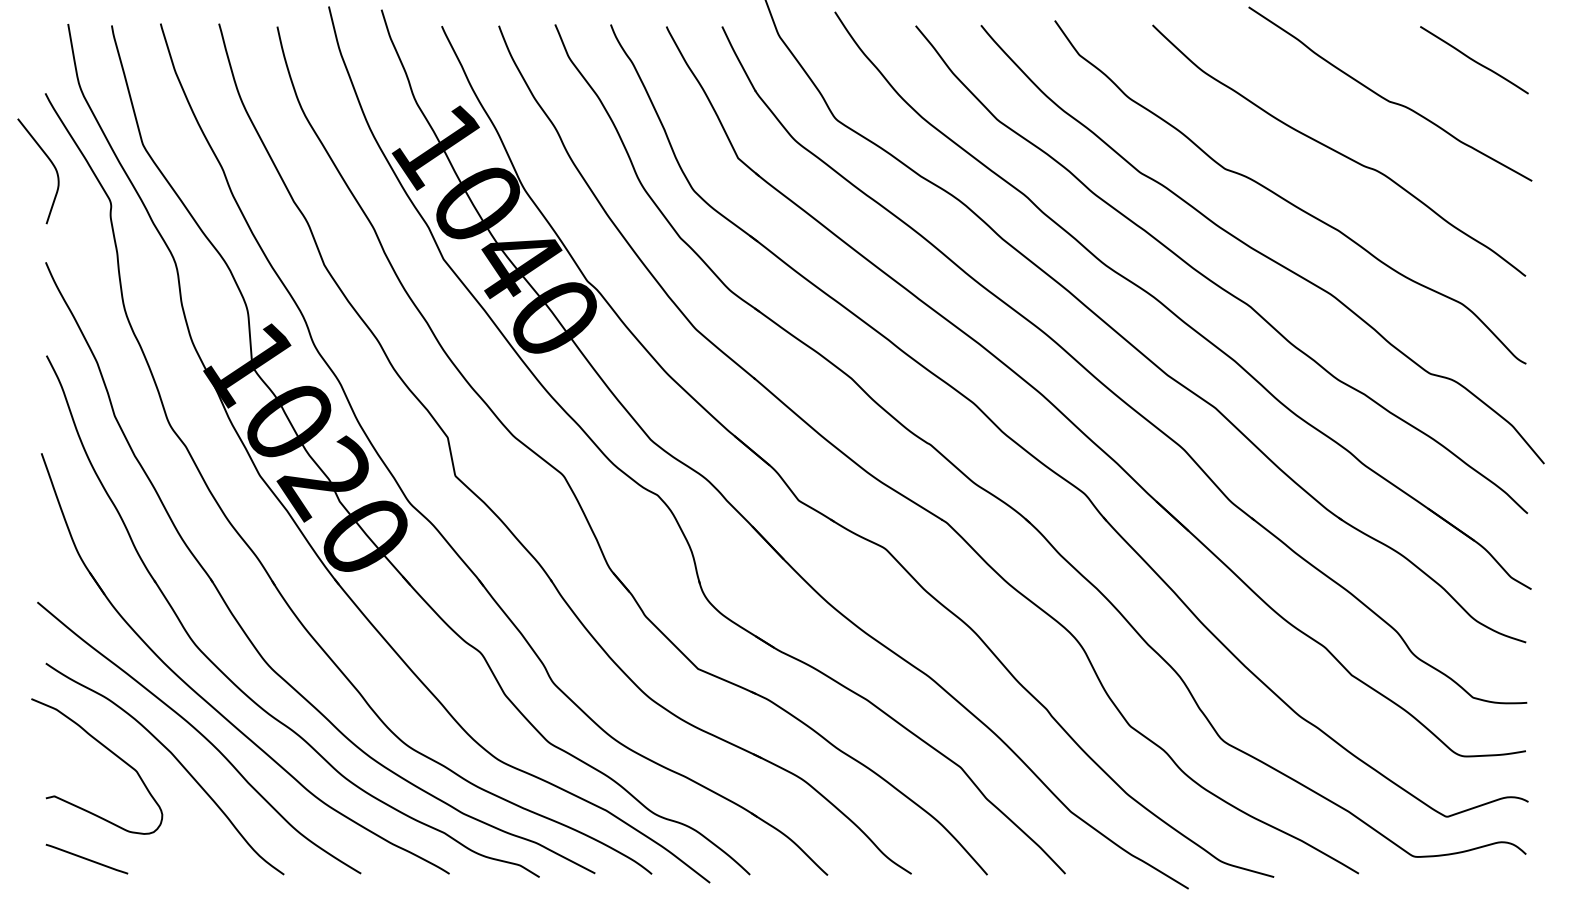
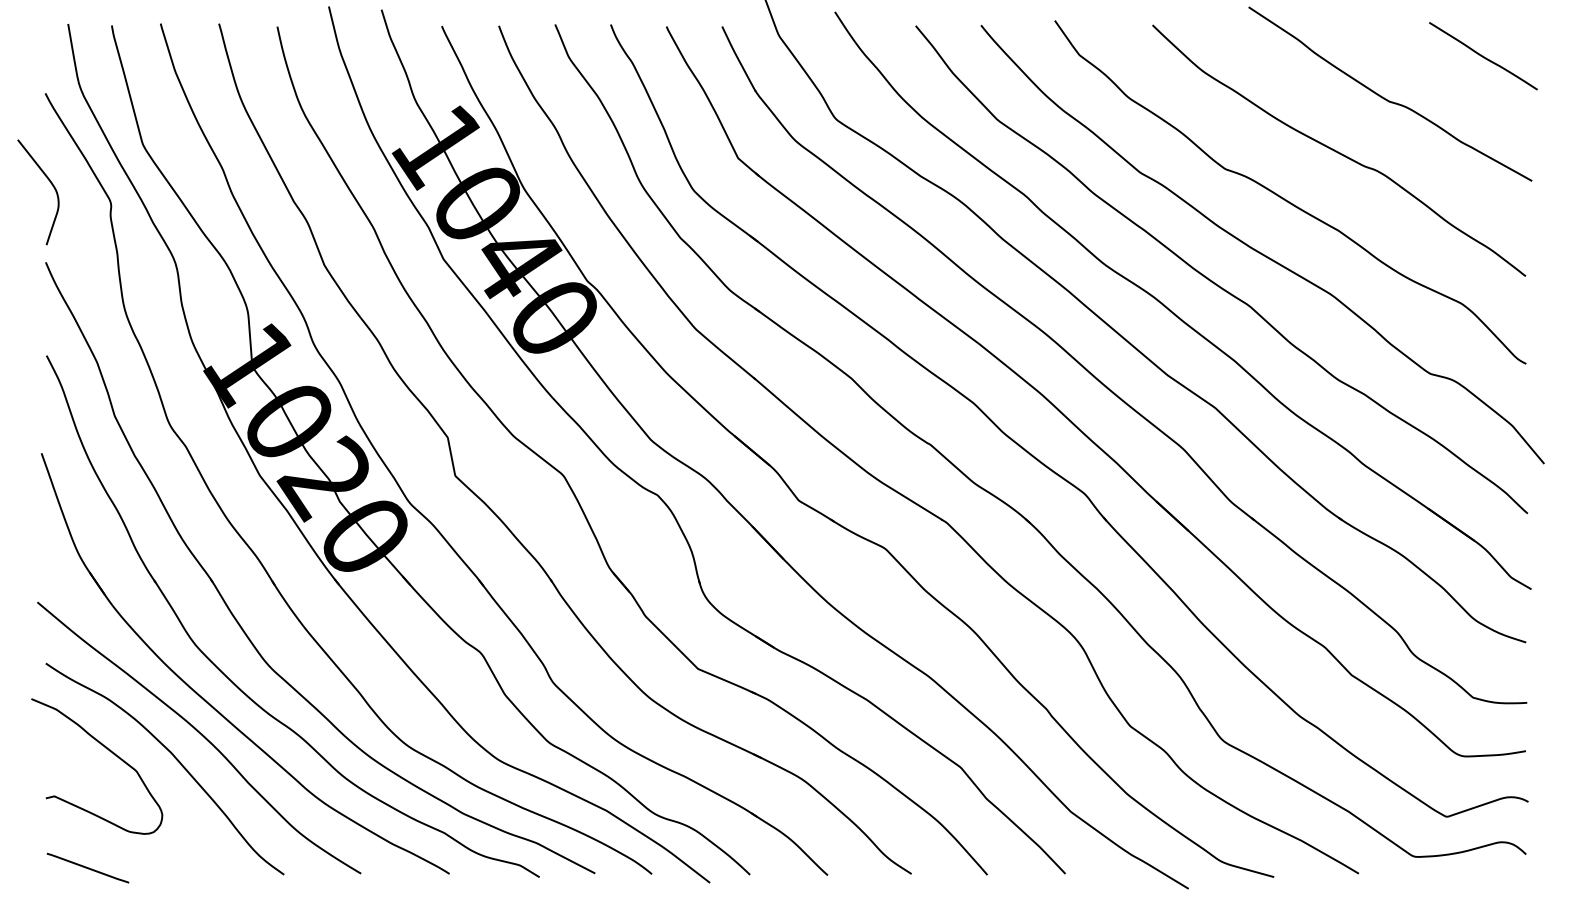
curve at (1474, 60) position: (1474, 60) -> (1483, 56)
curve at (50, 162) position: (50, 162) -> (50, 183)
line at (86, 858) position: (86, 858) -> (87, 867)
